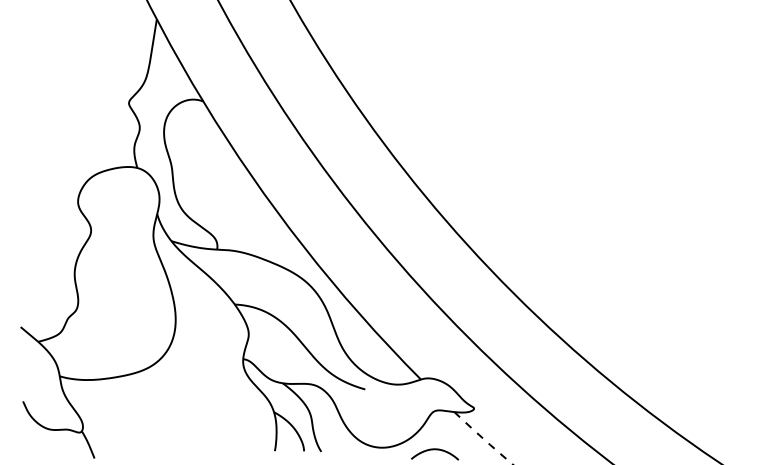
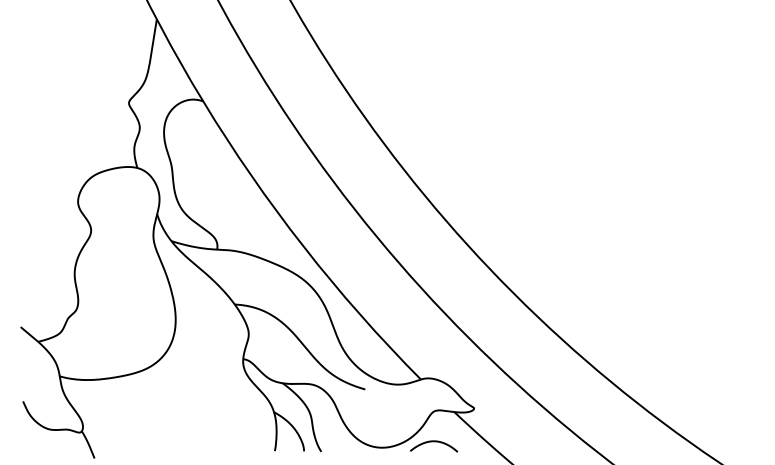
arc at (484, 439): dashed -> solid
curve at (435, 450) position: (435, 450) -> (434, 442)
